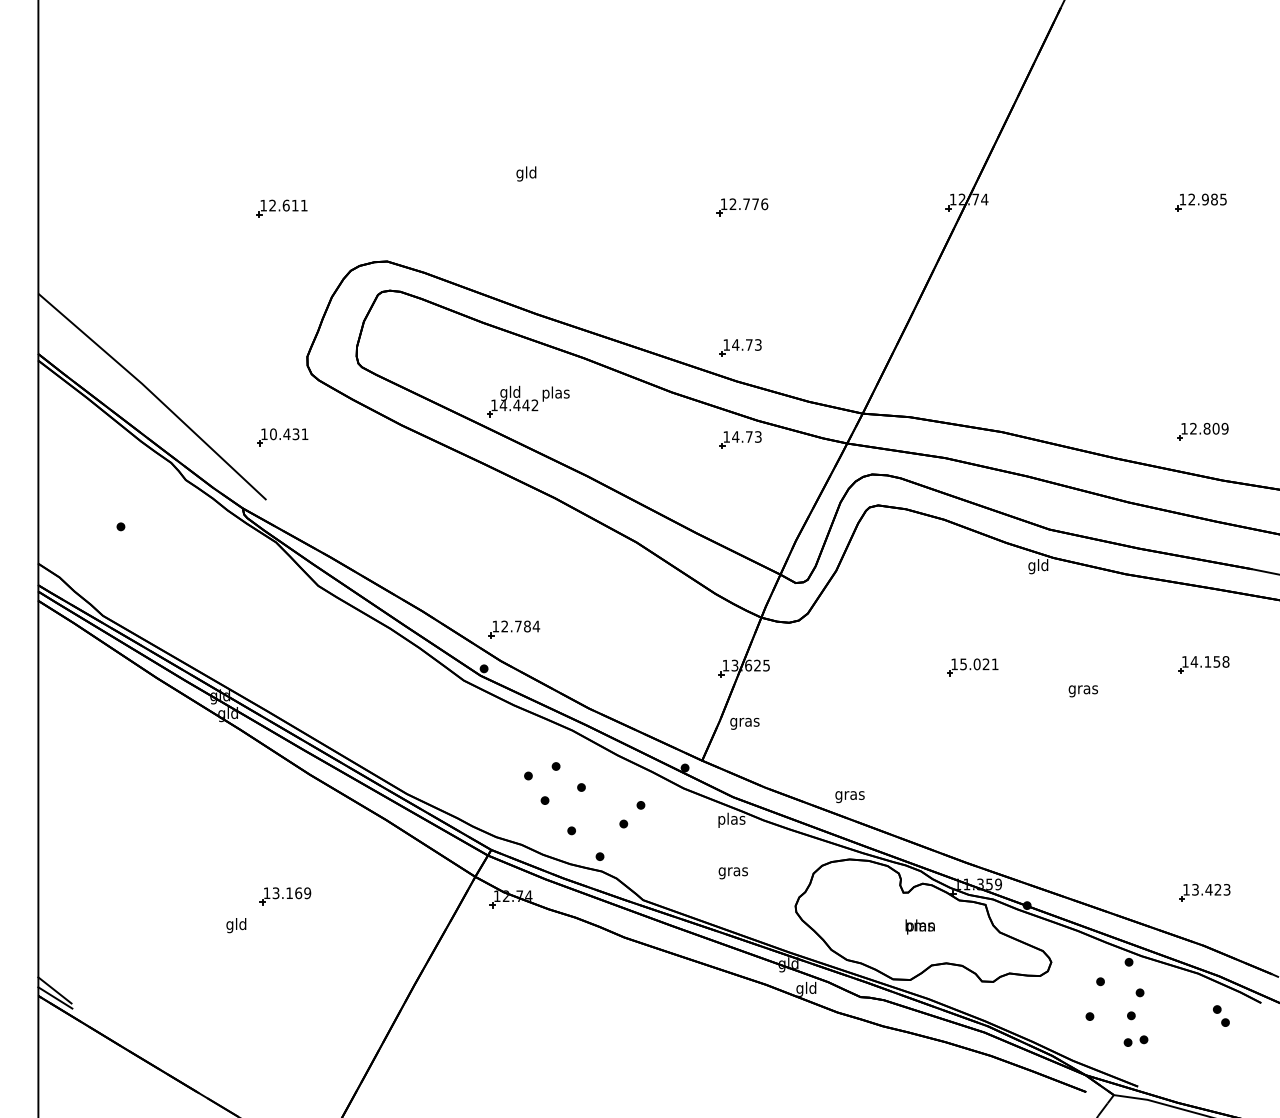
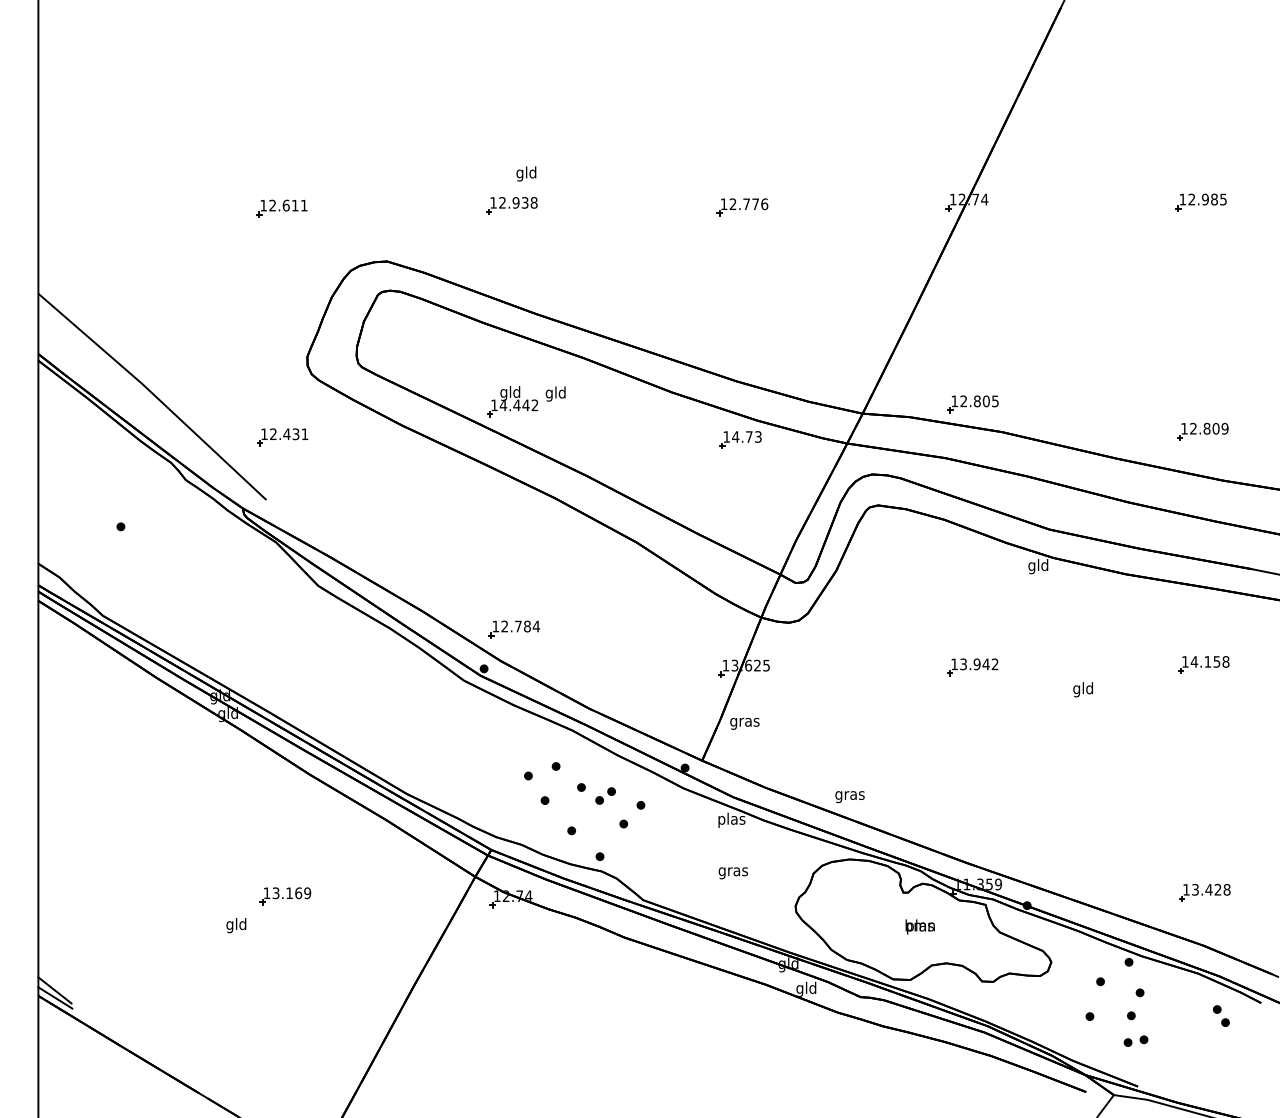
part at (511, 205): none -> present
part at (740, 347): present -> none
text at (555, 393): plas -> gld
part at (972, 404): none -> present
text at (273, 434): 10.431 -> 12.431
text at (979, 664): 15.021 -> 13.942
text at (1083, 689): gras -> gld
part at (605, 795): none -> present
text at (1226, 889): 13.423 -> 13.428
